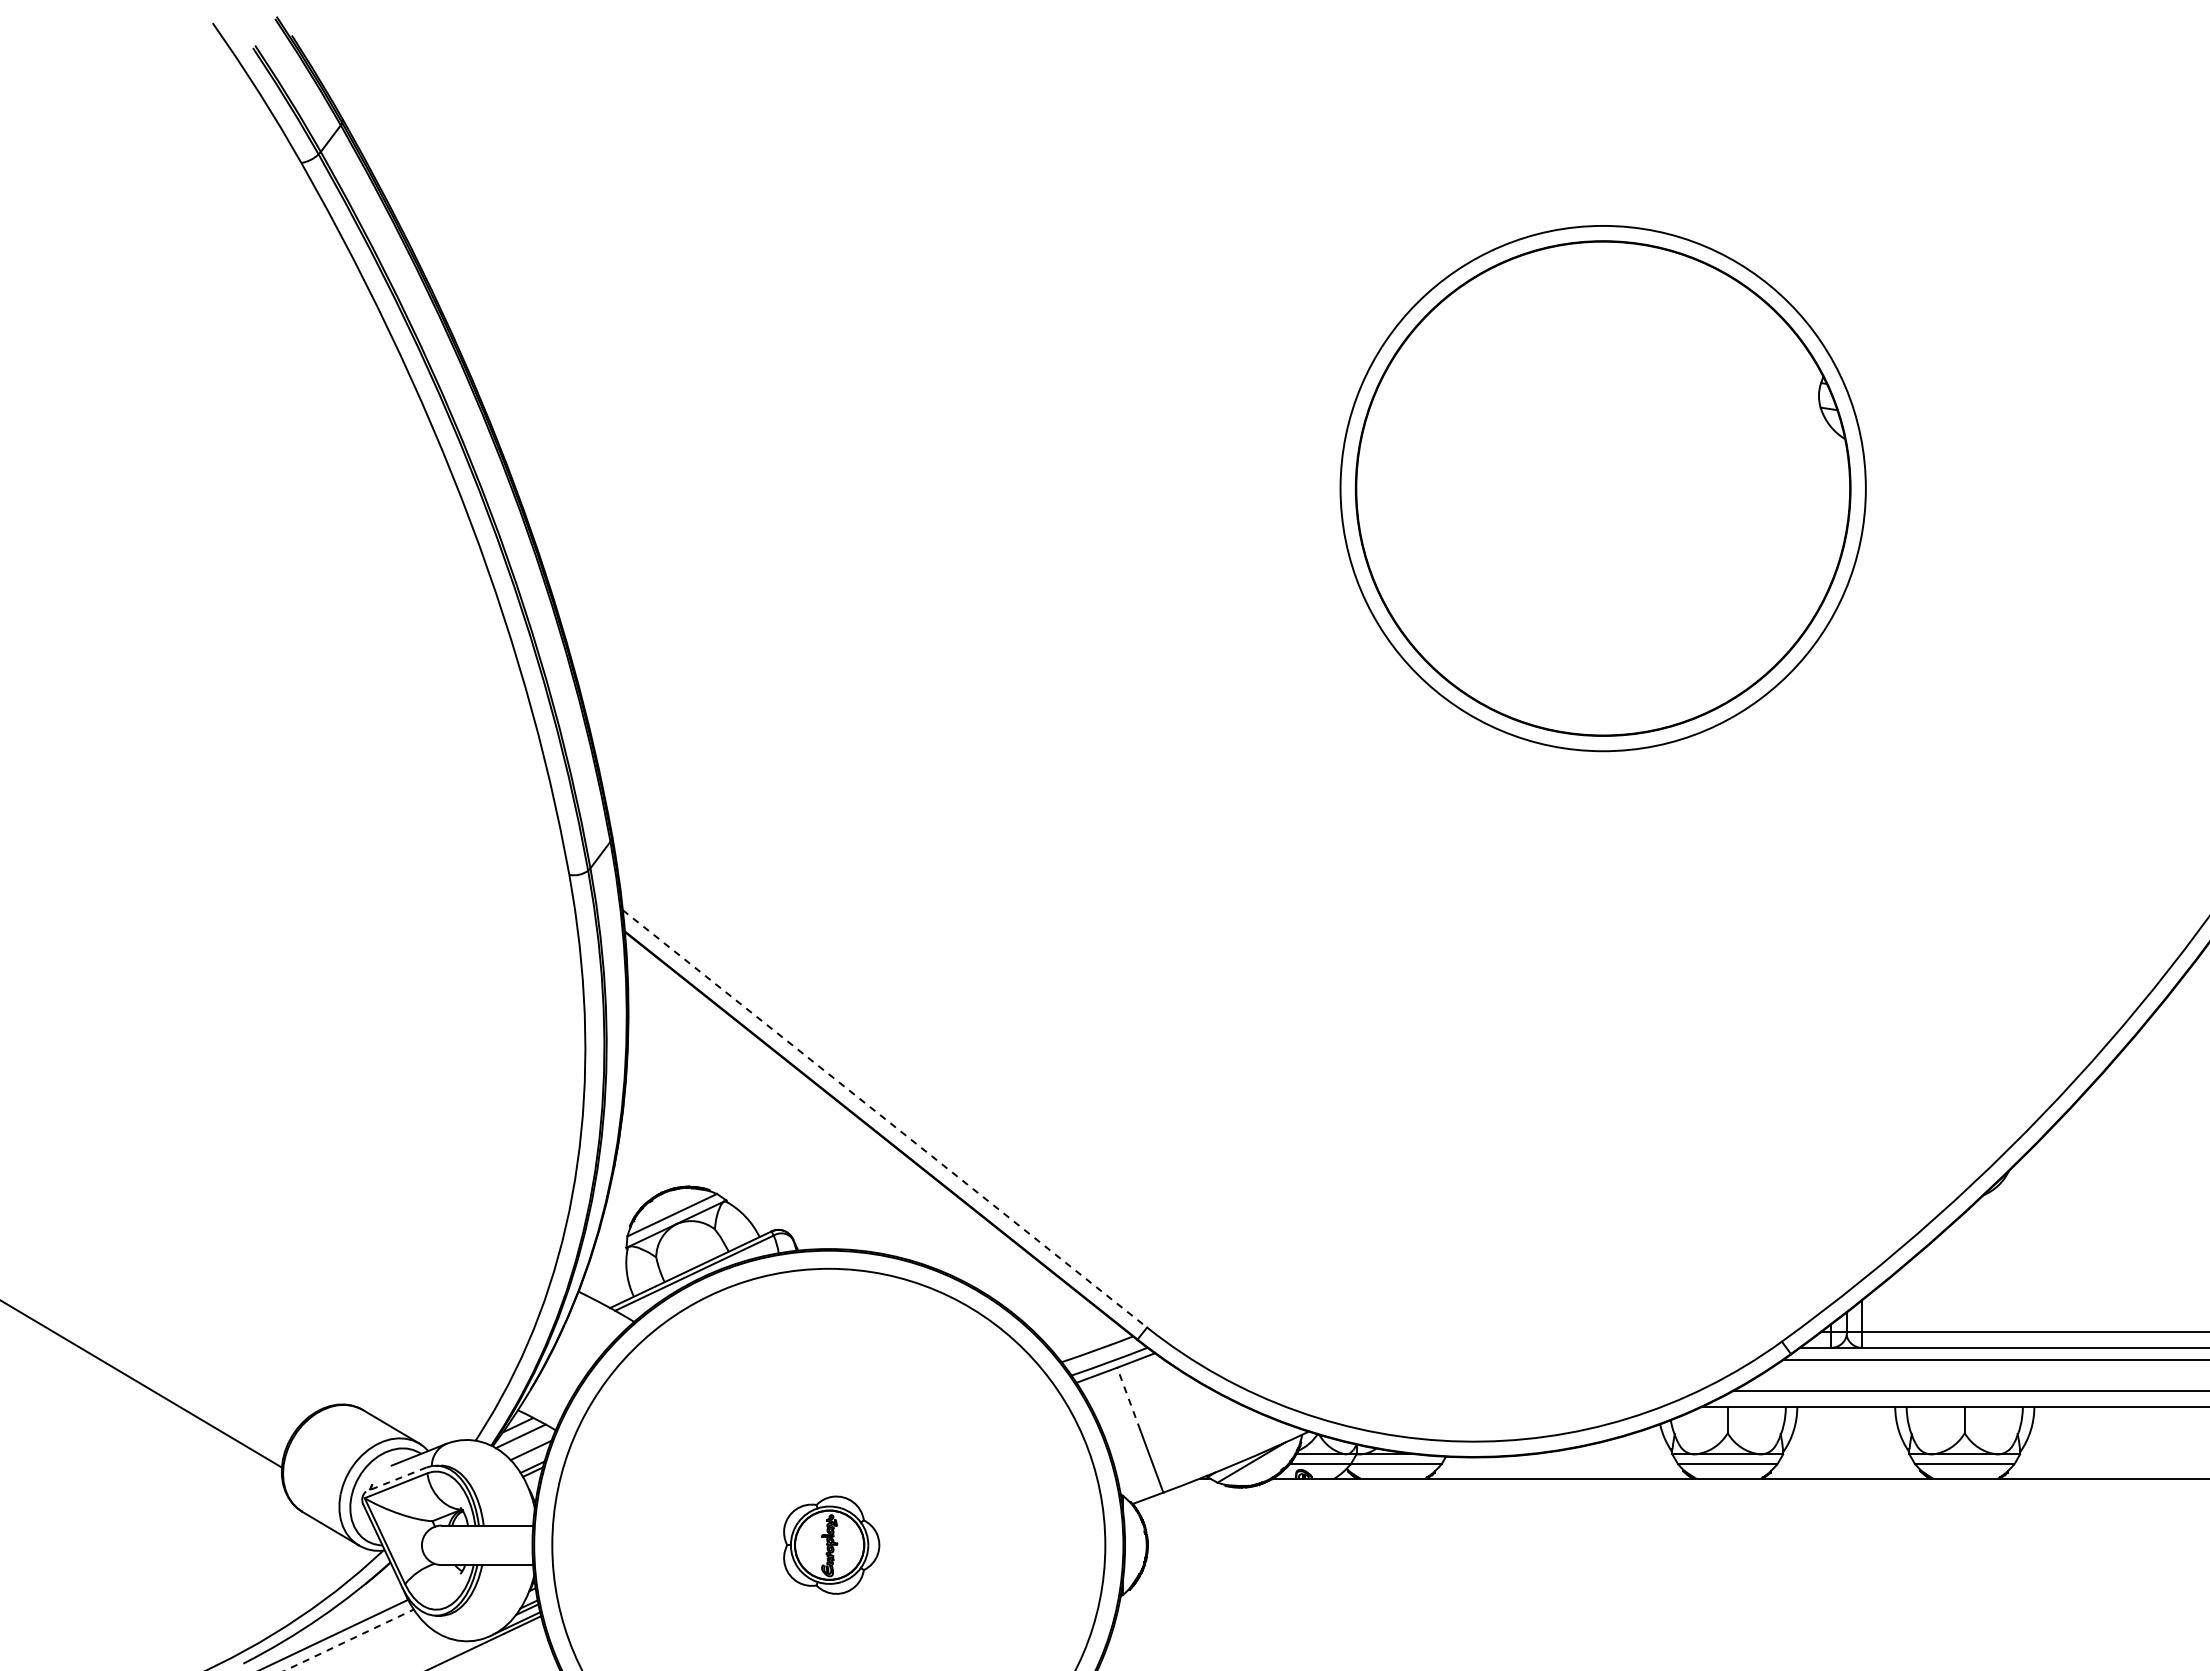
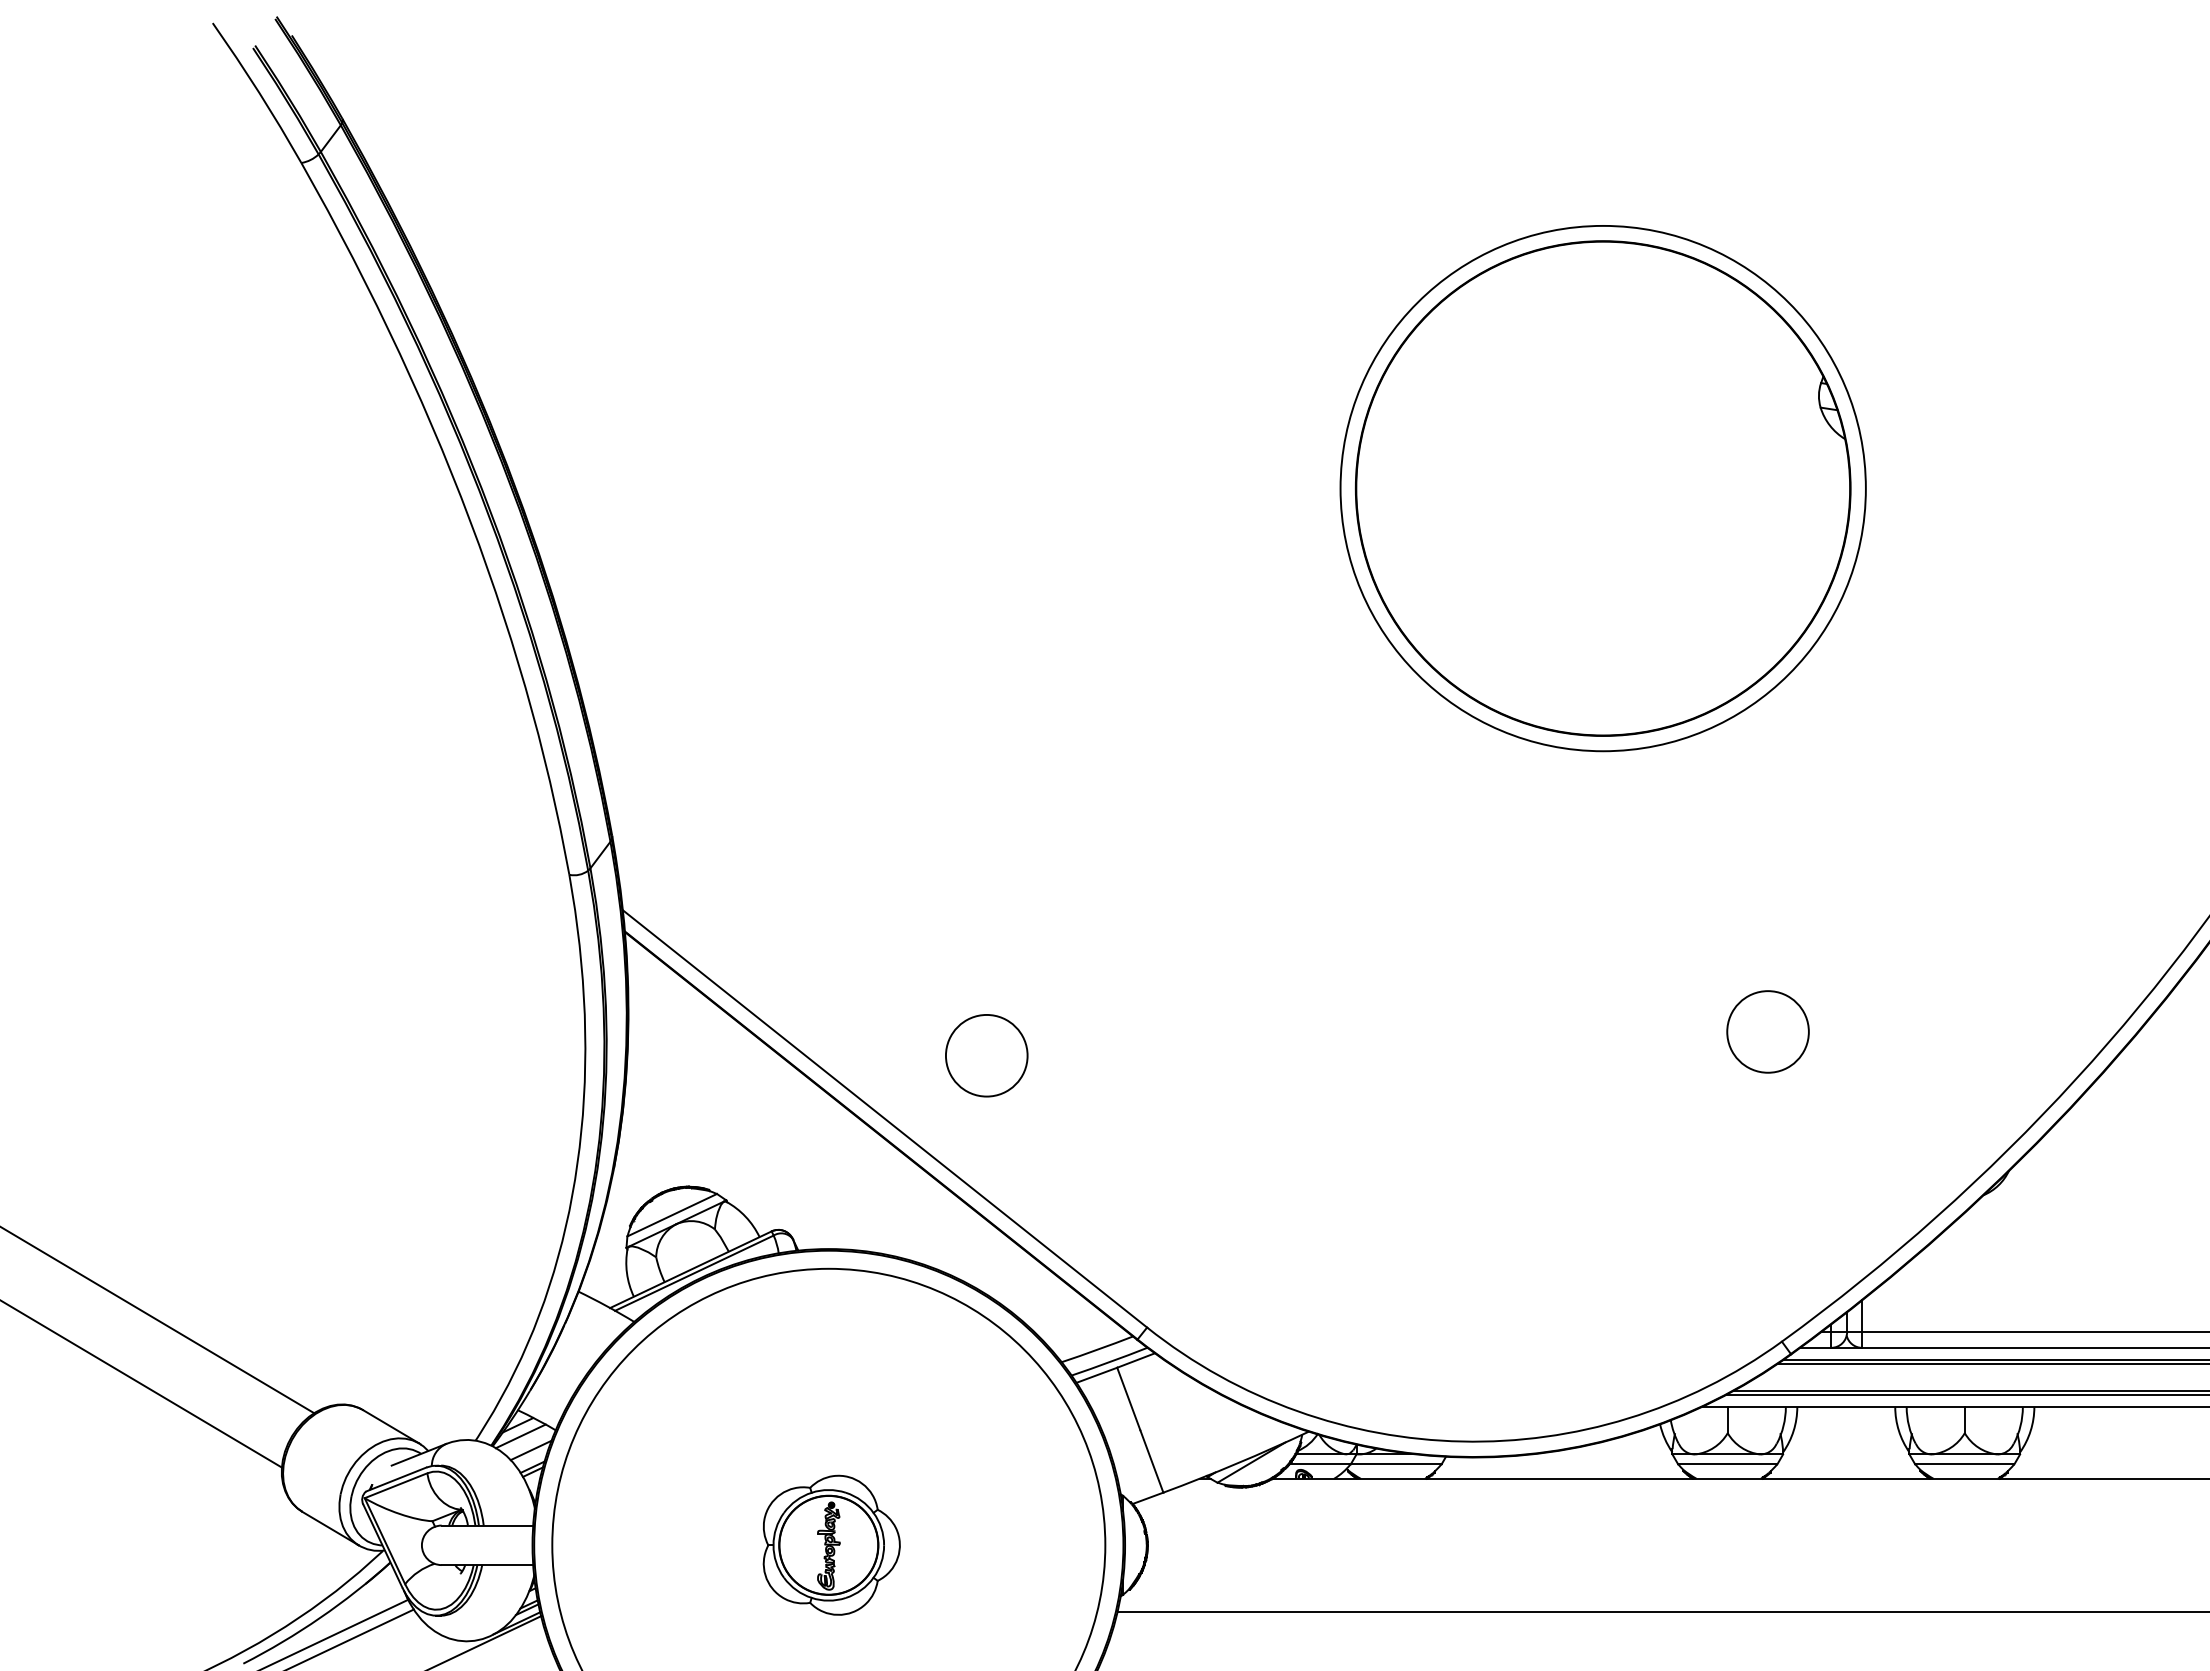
circle at (1767, 1031): none -> present
circle at (986, 1055): none -> present
line at (885, 1119): dashed -> solid
line at (158, 1320): none -> present
line at (1992, 1363): none -> present
line at (1965, 1395): none -> present
line at (1128, 1398): dashed -> solid
line at (395, 1479): dashed -> solid
part at (831, 1544) size: 98x100 px -> 139x142 px
line at (1661, 1611): none -> present
line at (349, 1639): dashed -> solid
